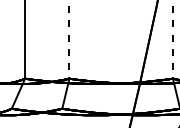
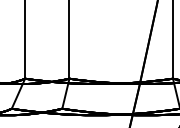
line at (69, 39): dashed -> solid
line at (172, 39): dashed -> solid
